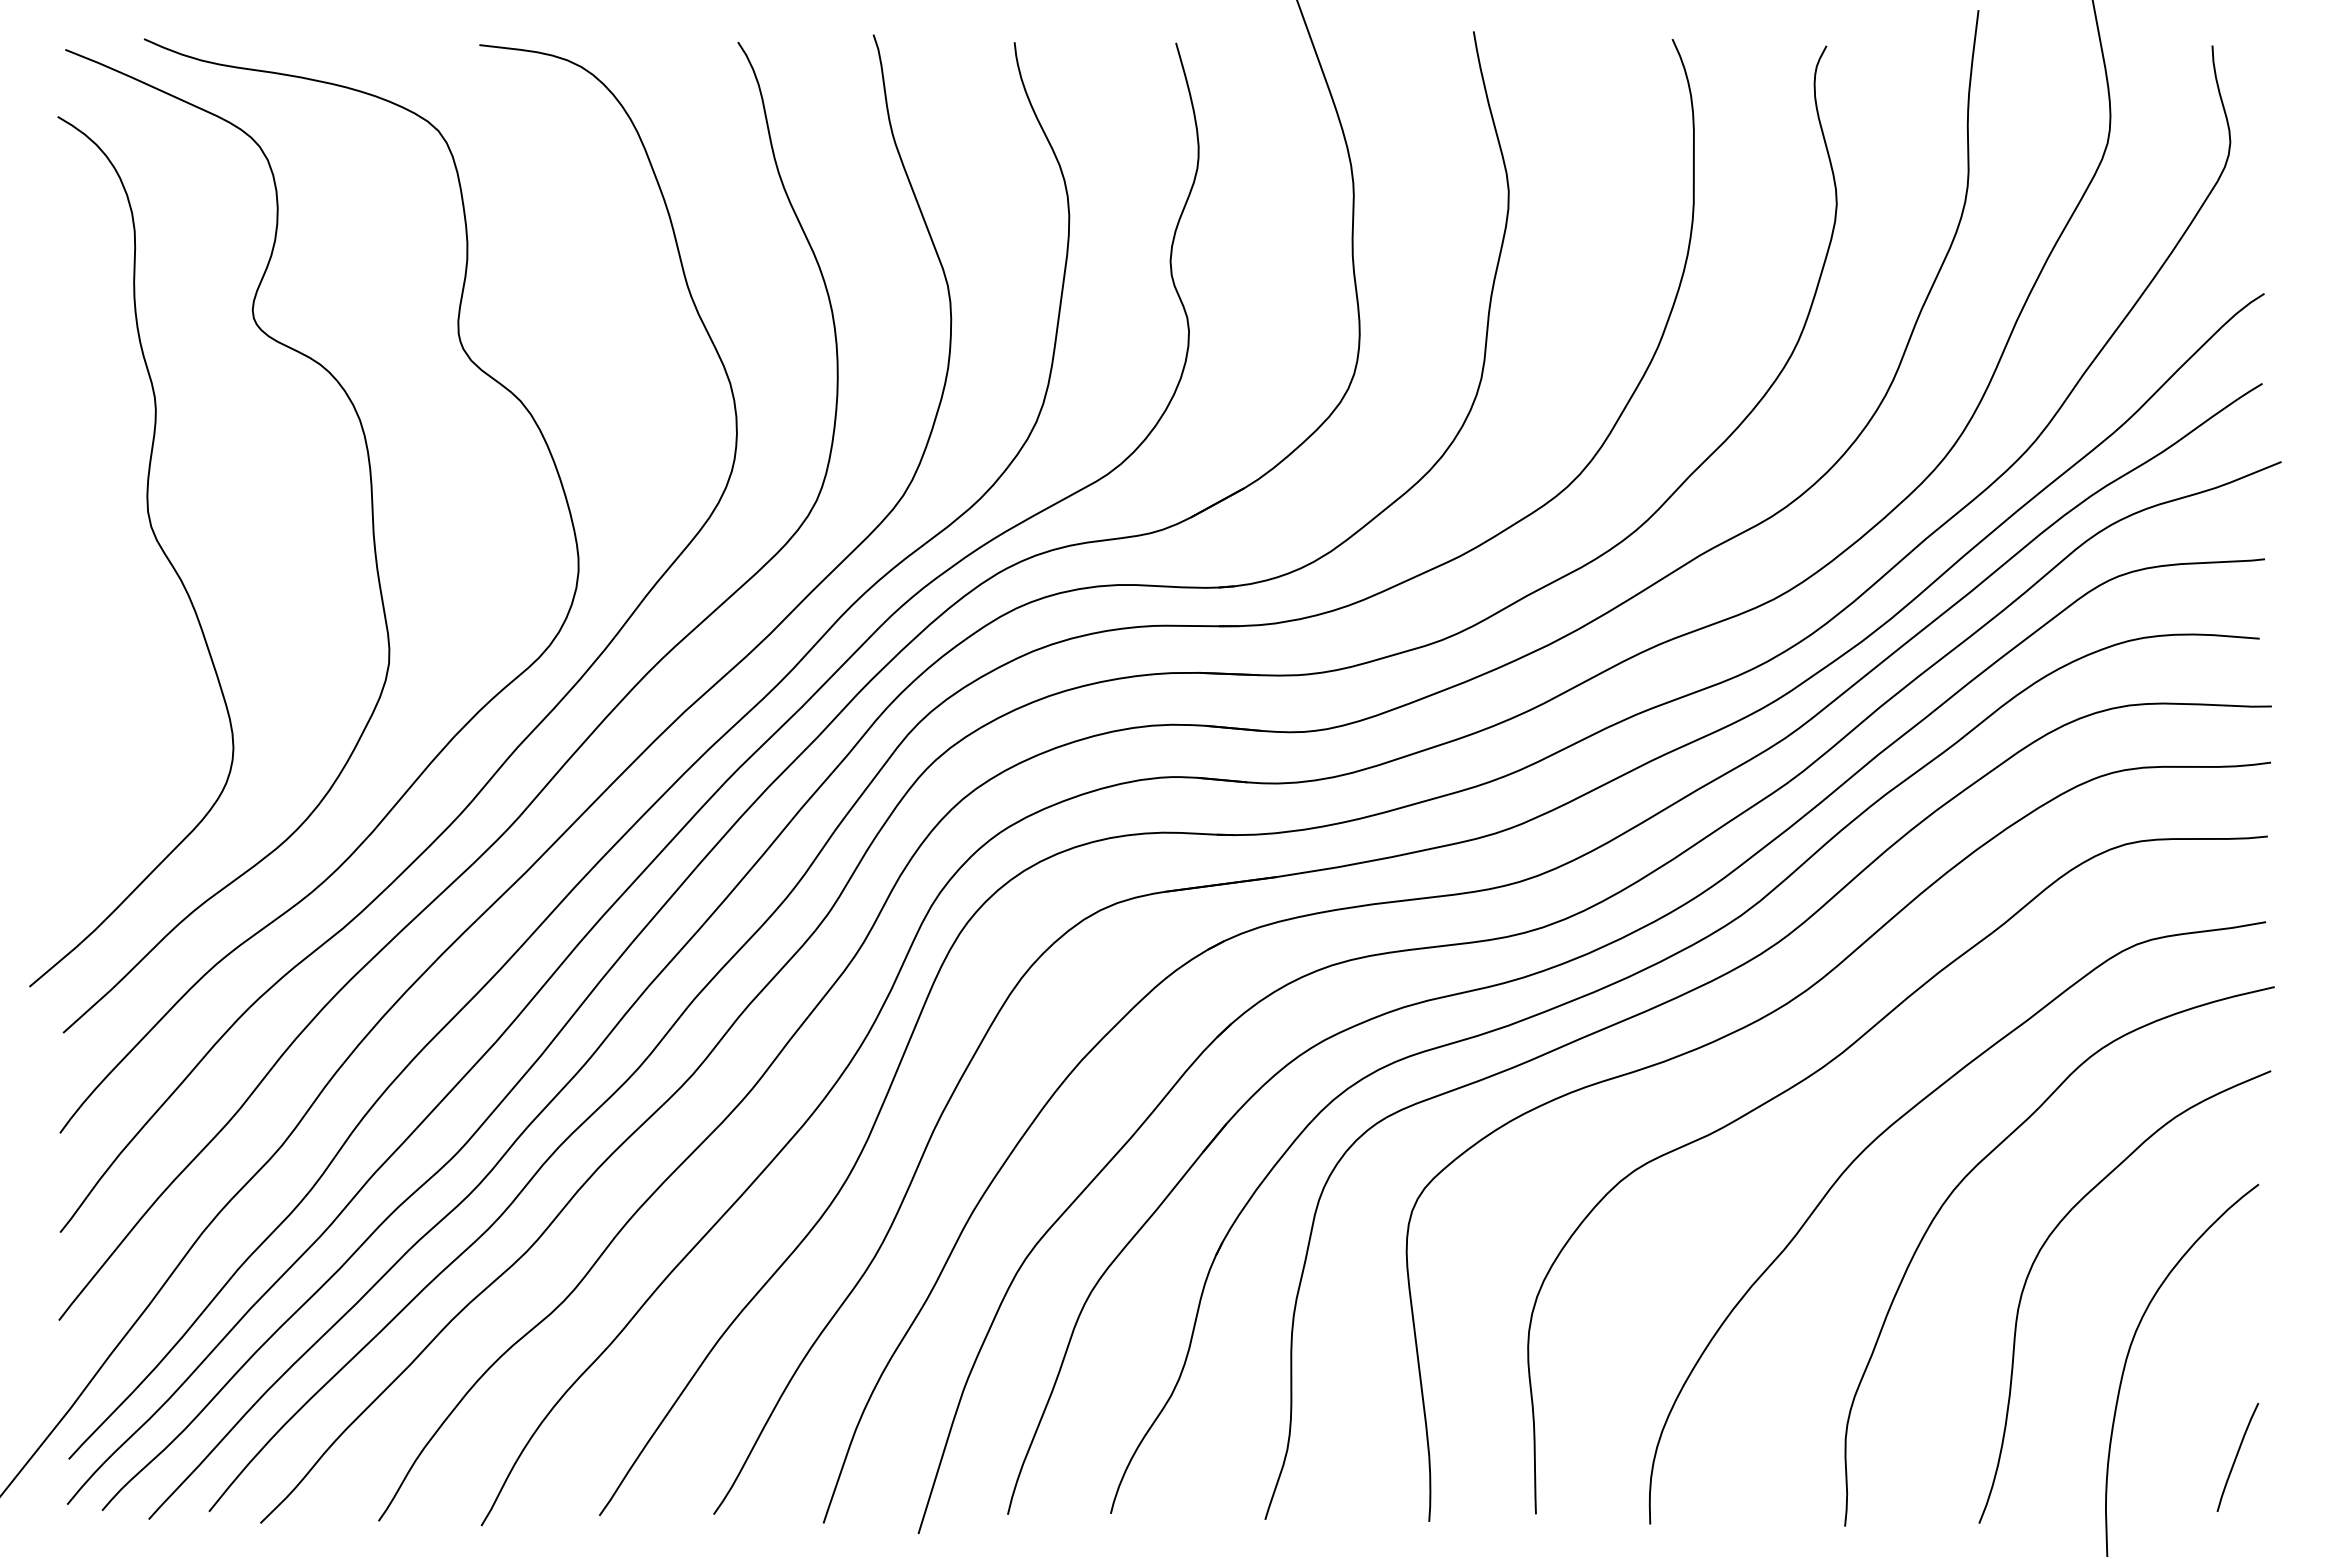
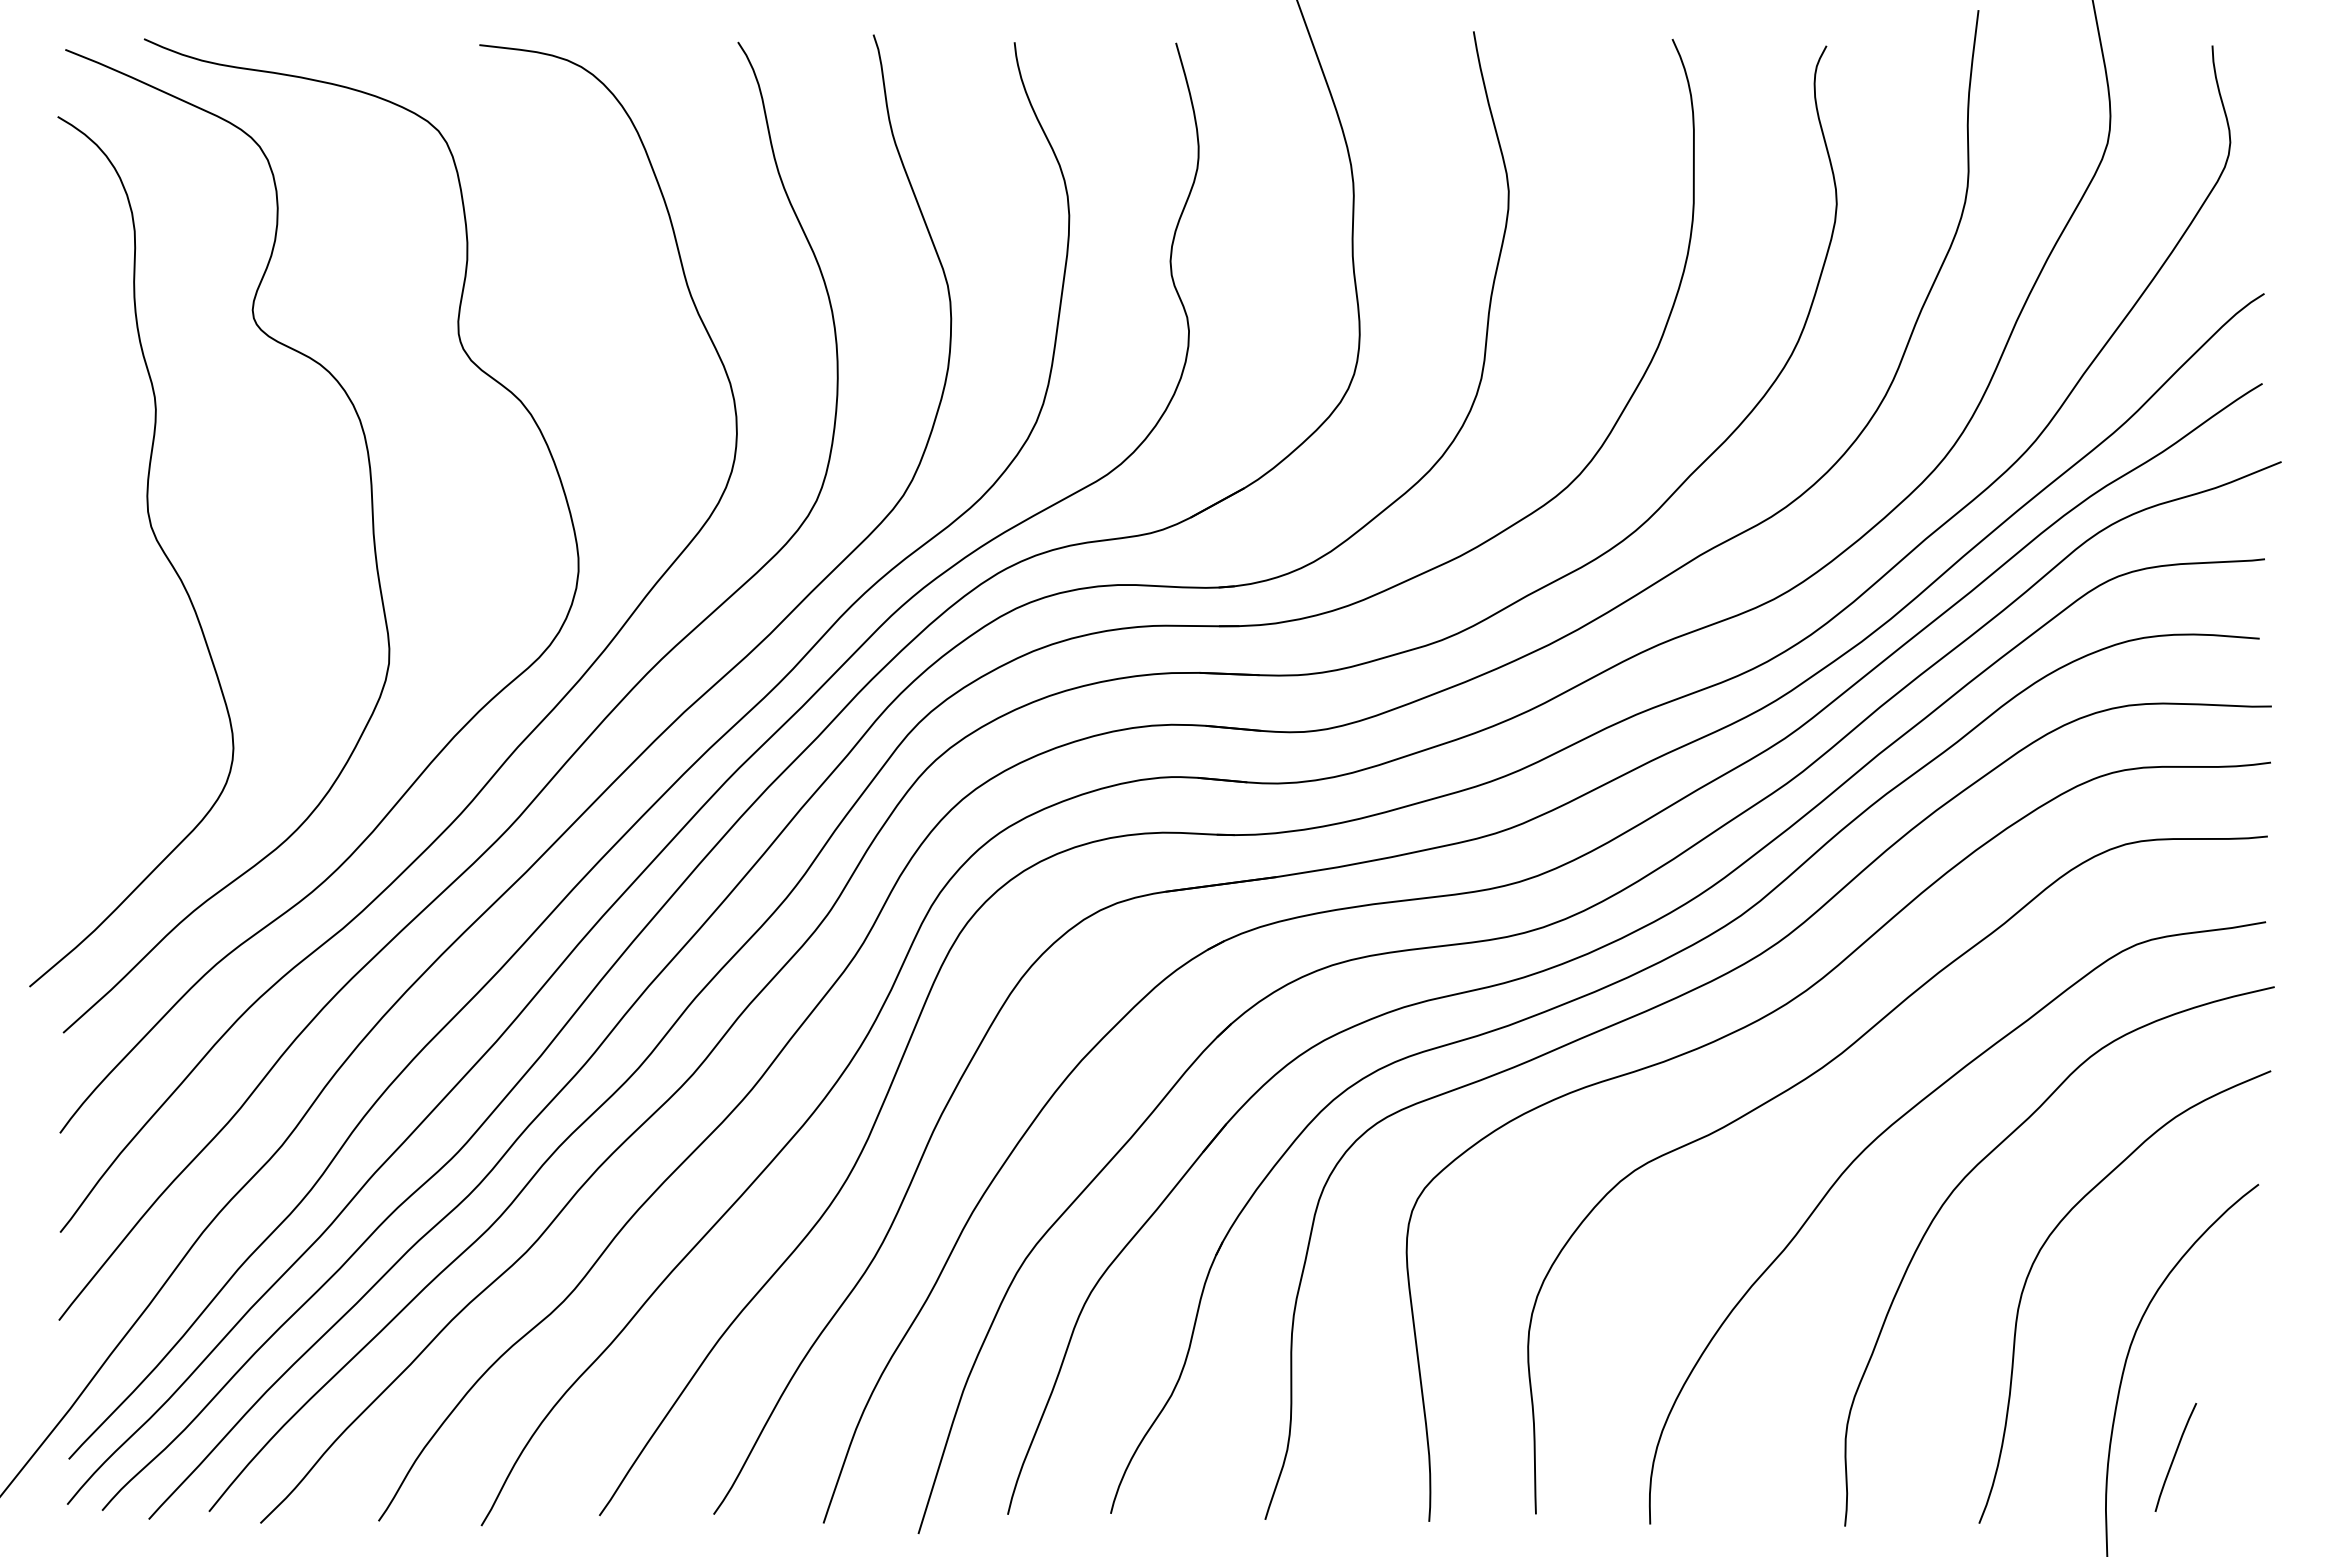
curve at (2237, 1457) position: (2237, 1457) -> (2175, 1457)
